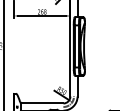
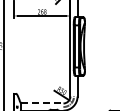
line at (42, 103): solid -> dashed
